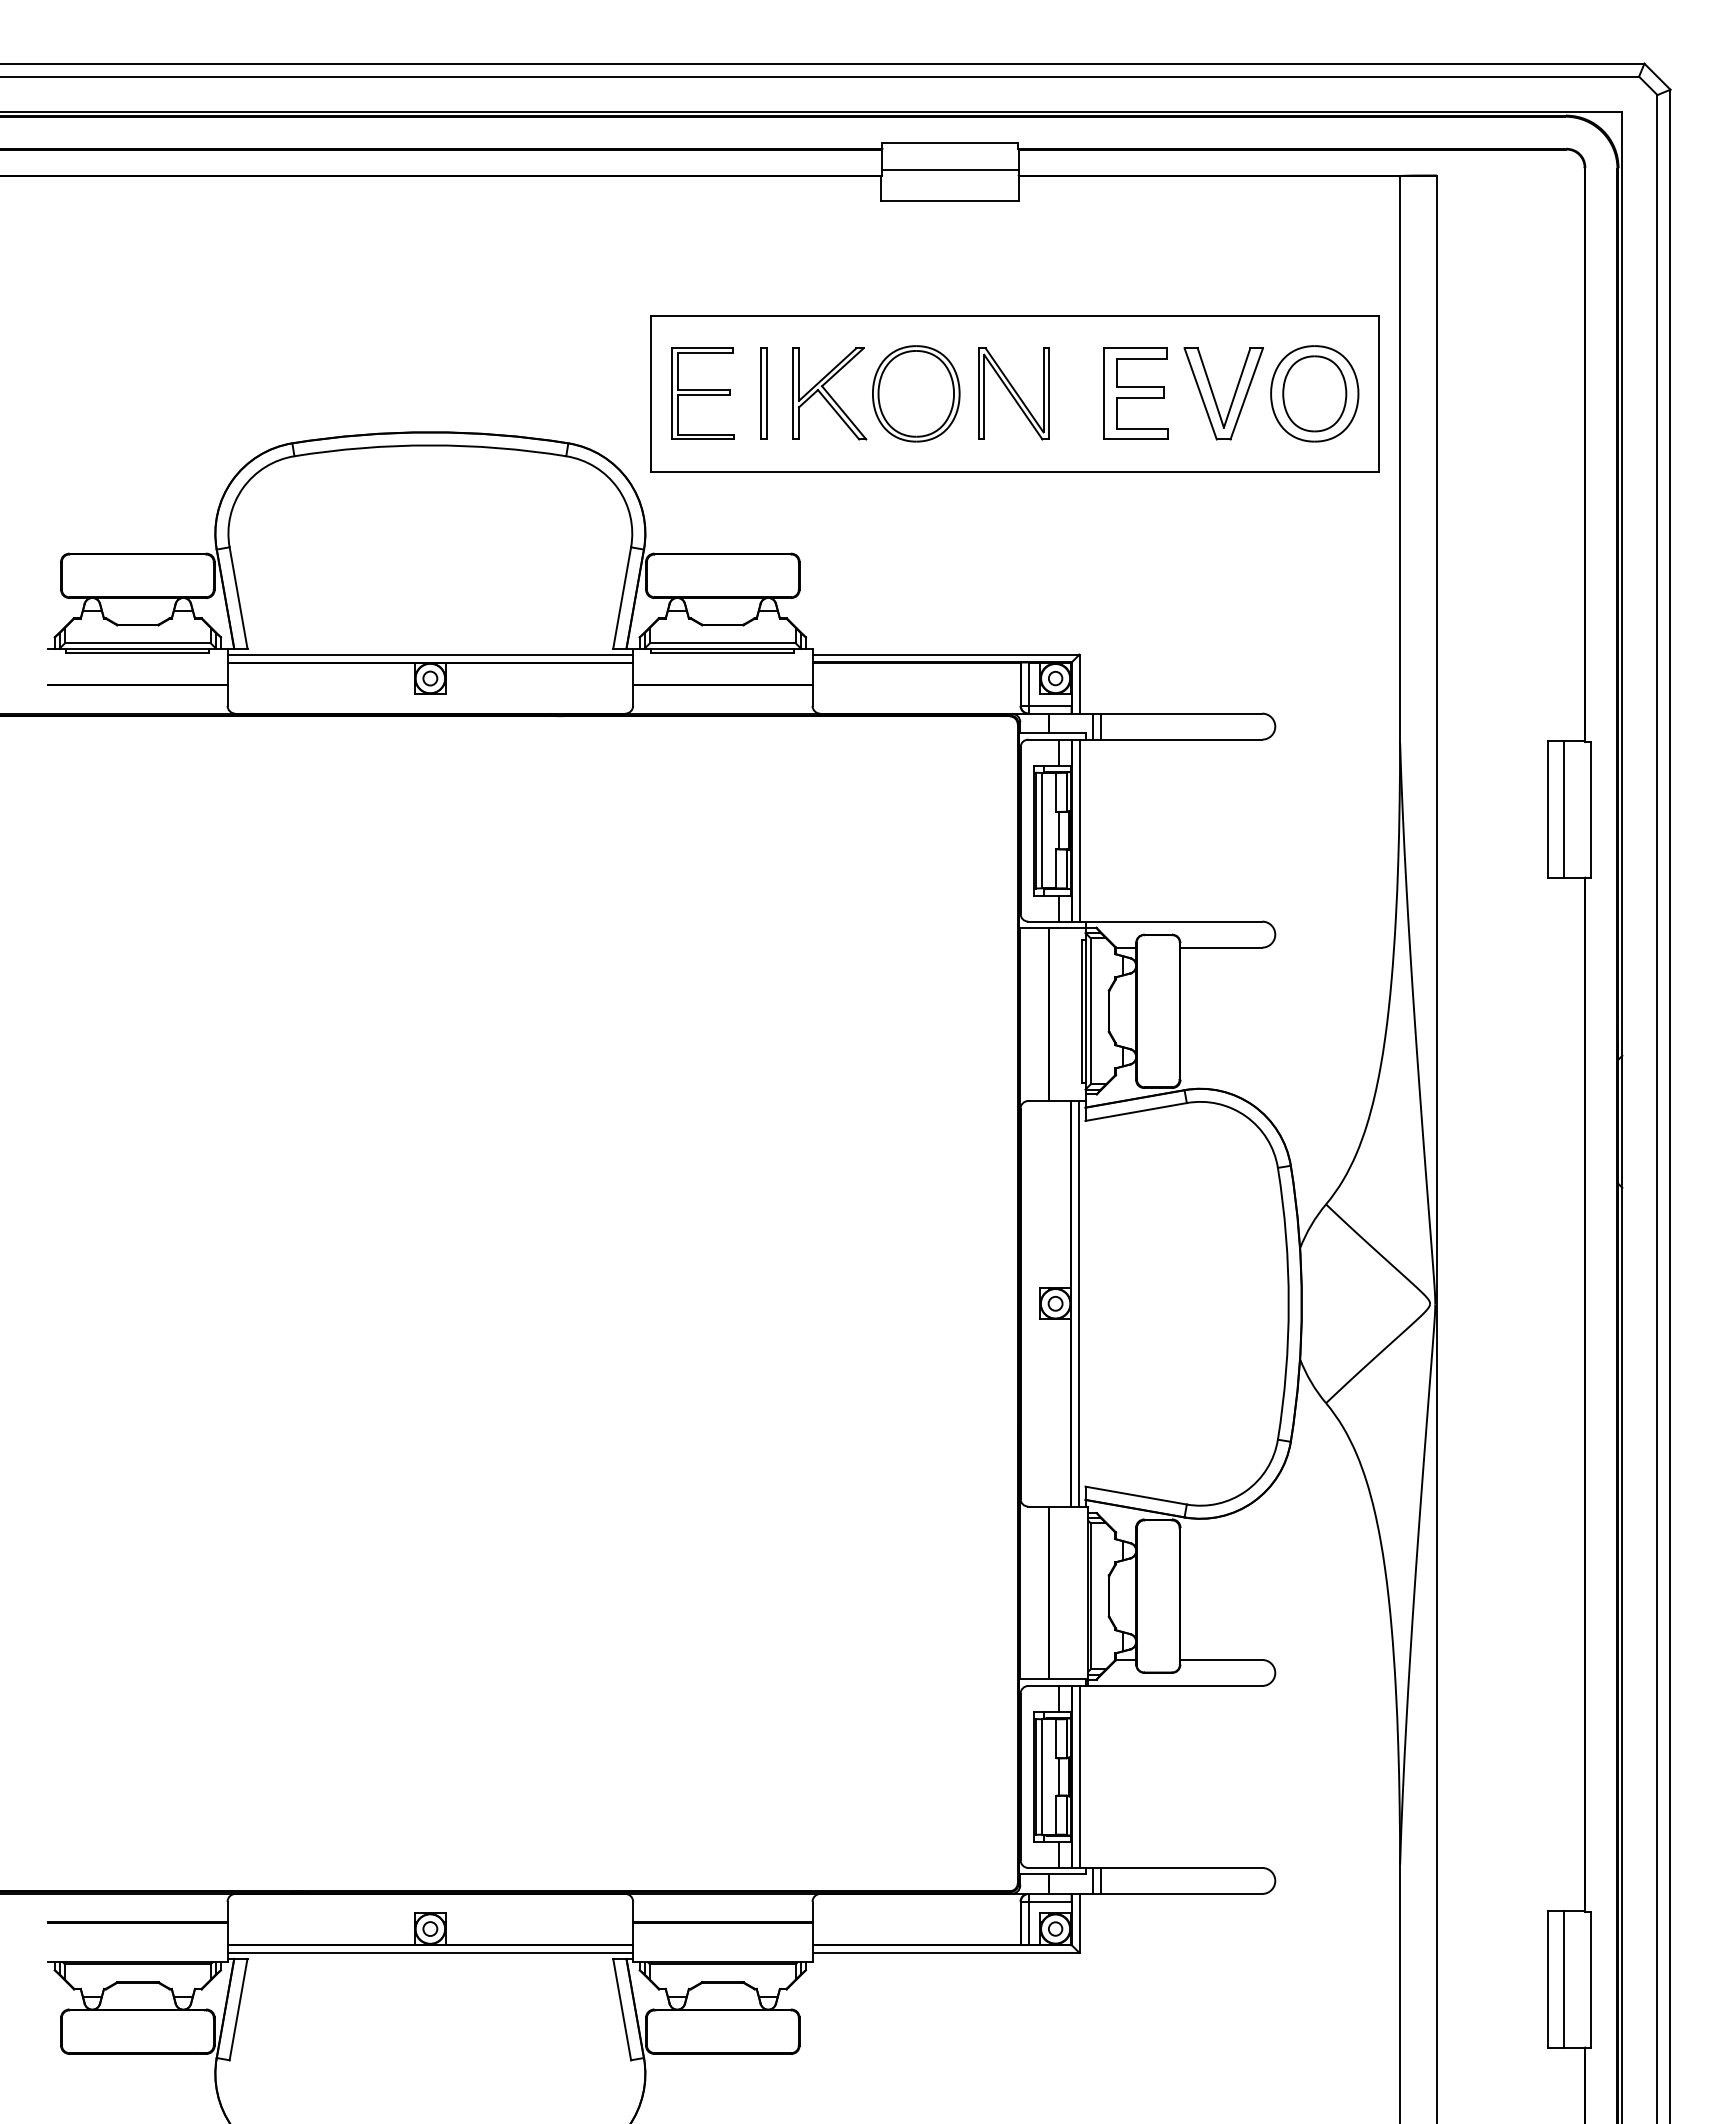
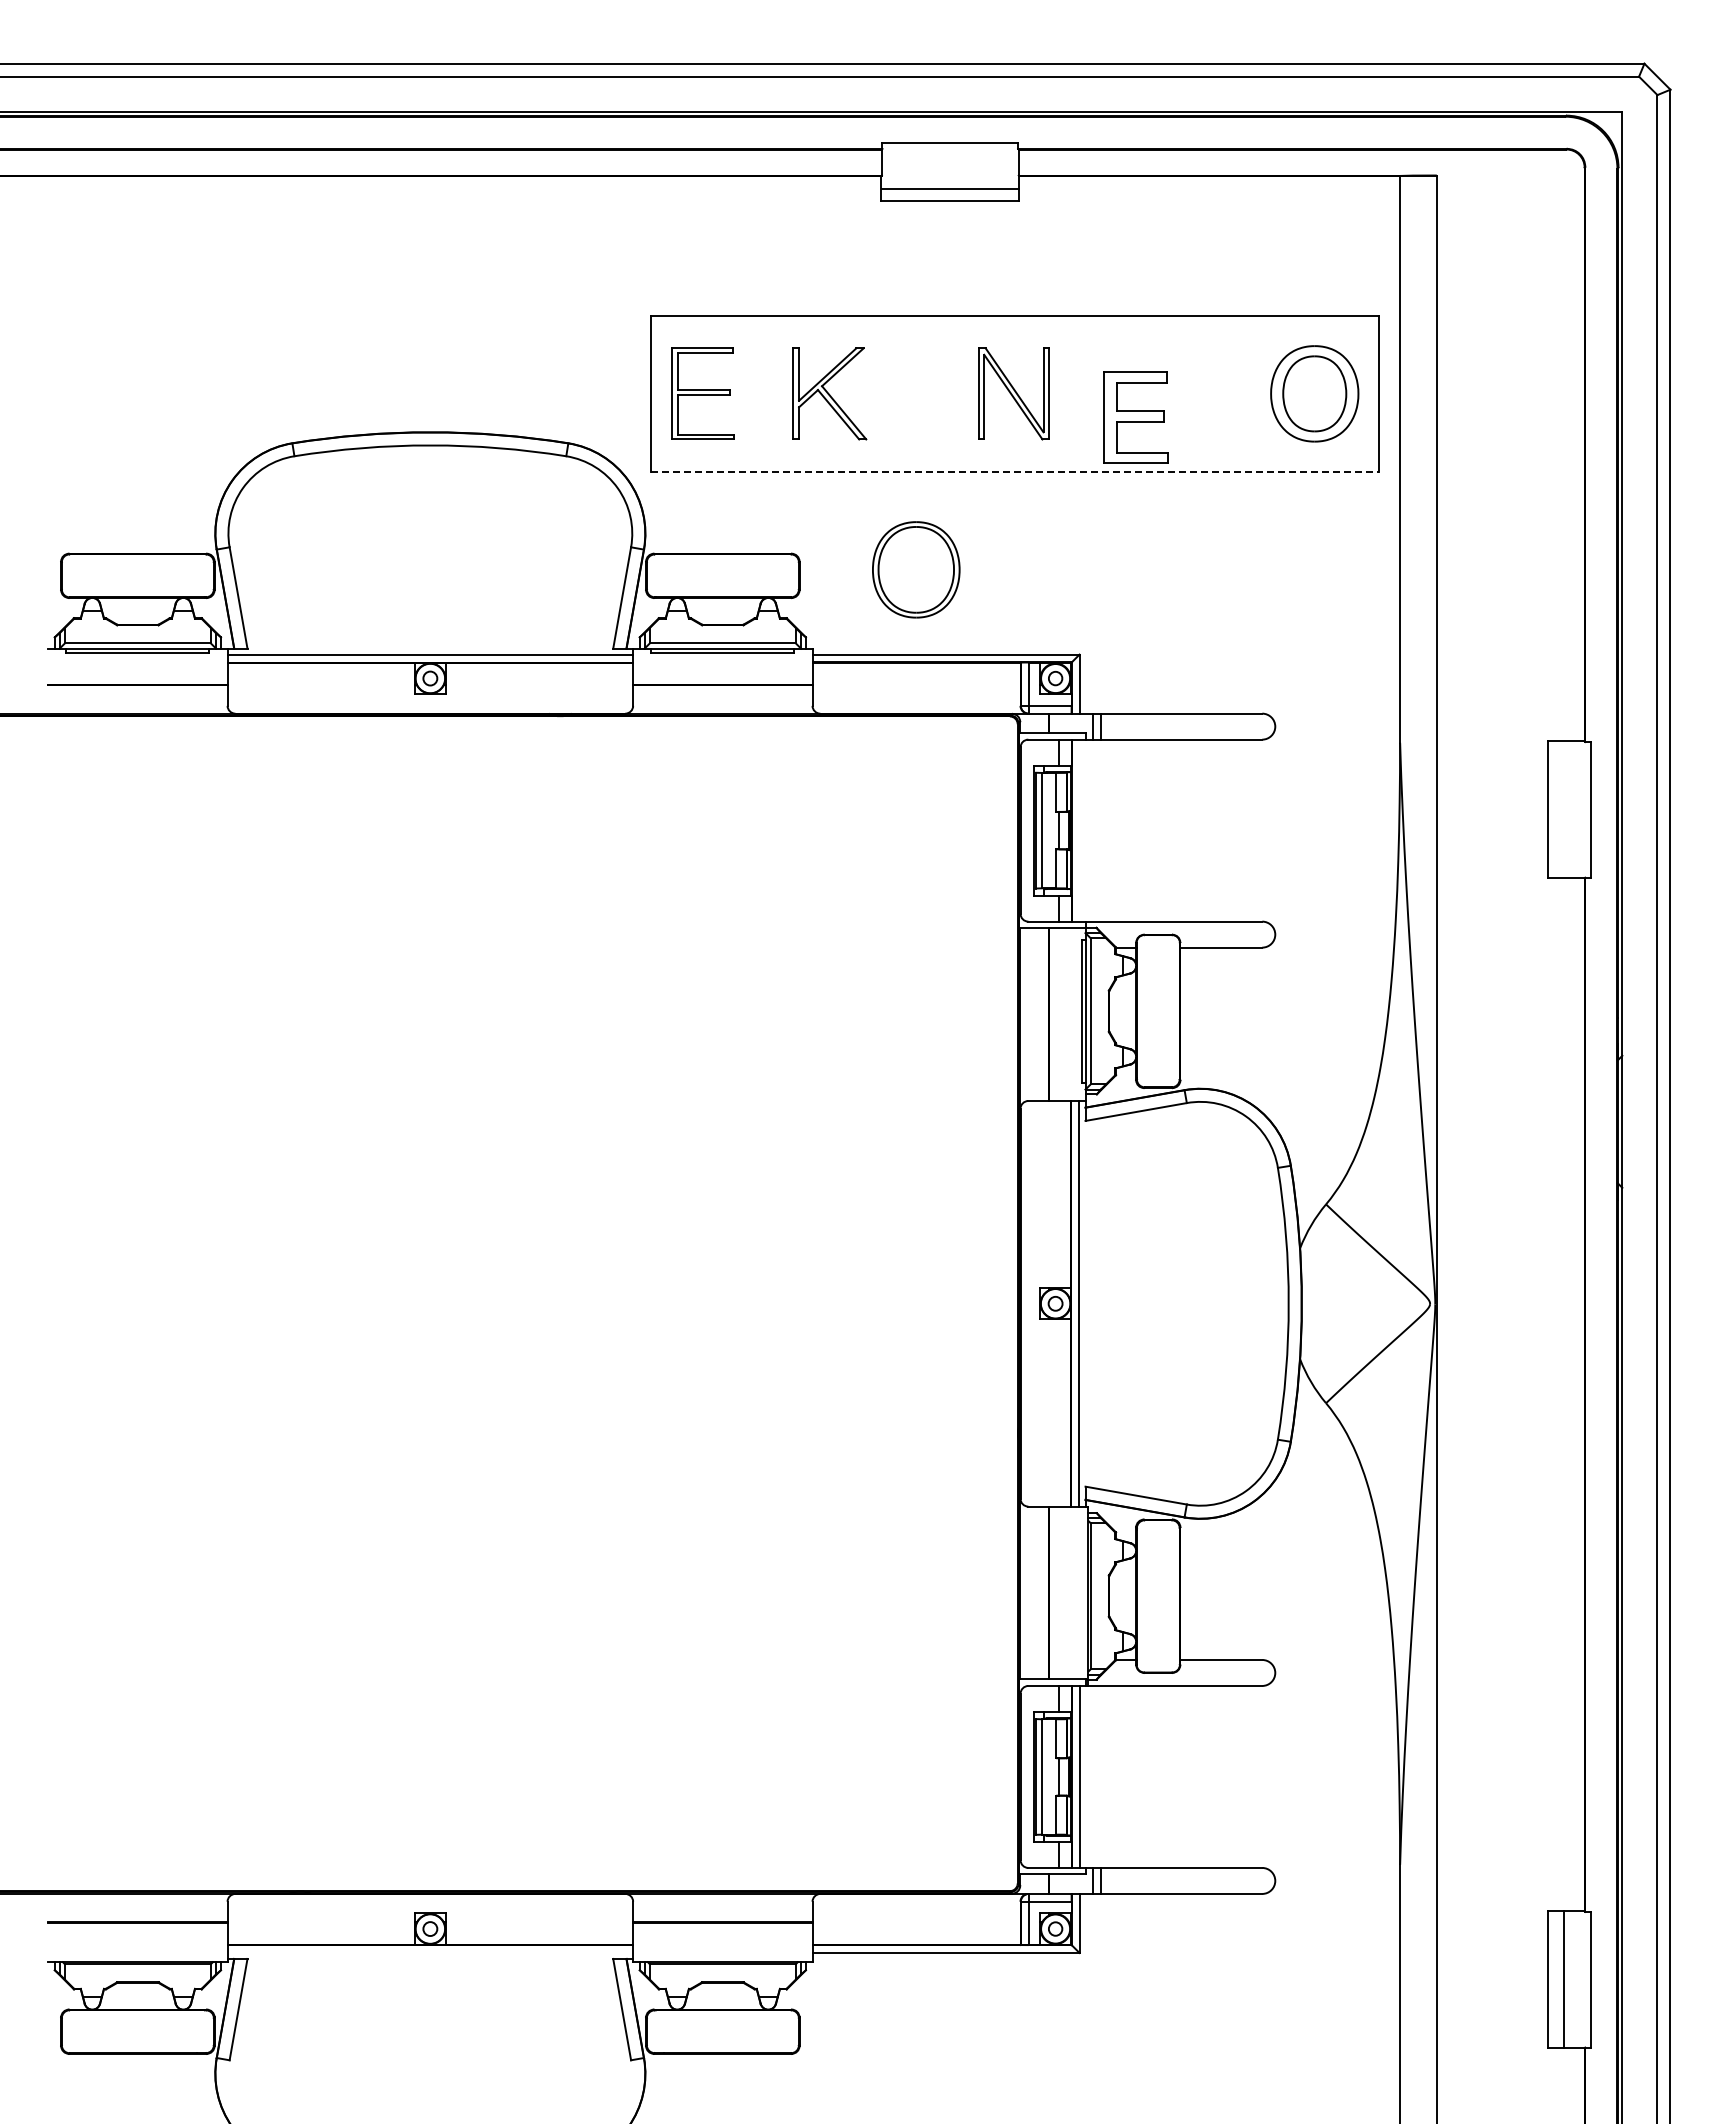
line at (949, 170) position: (949, 170) -> (949, 189)
part at (763, 393): present -> none
part at (916, 393) position: (916, 393) -> (916, 569)
part at (1135, 393) position: (1135, 393) -> (1135, 417)
part at (1214, 395): present -> none
line at (1015, 471): solid -> dashed
line at (1563, 809): present -> none
line at (1079, 830): present -> none
line at (430, 1952): present -> none
